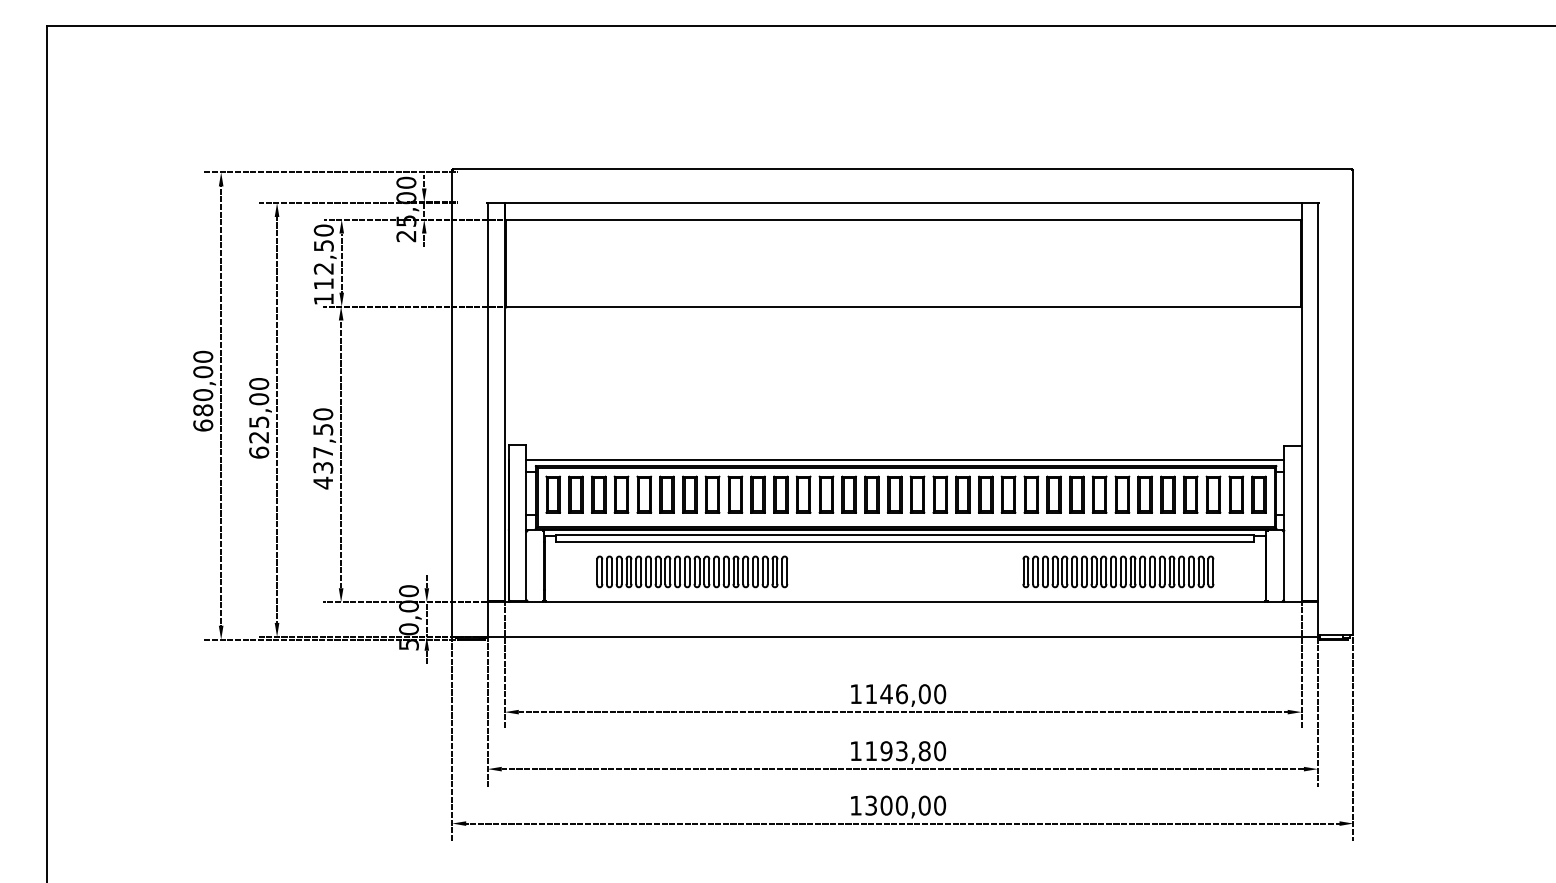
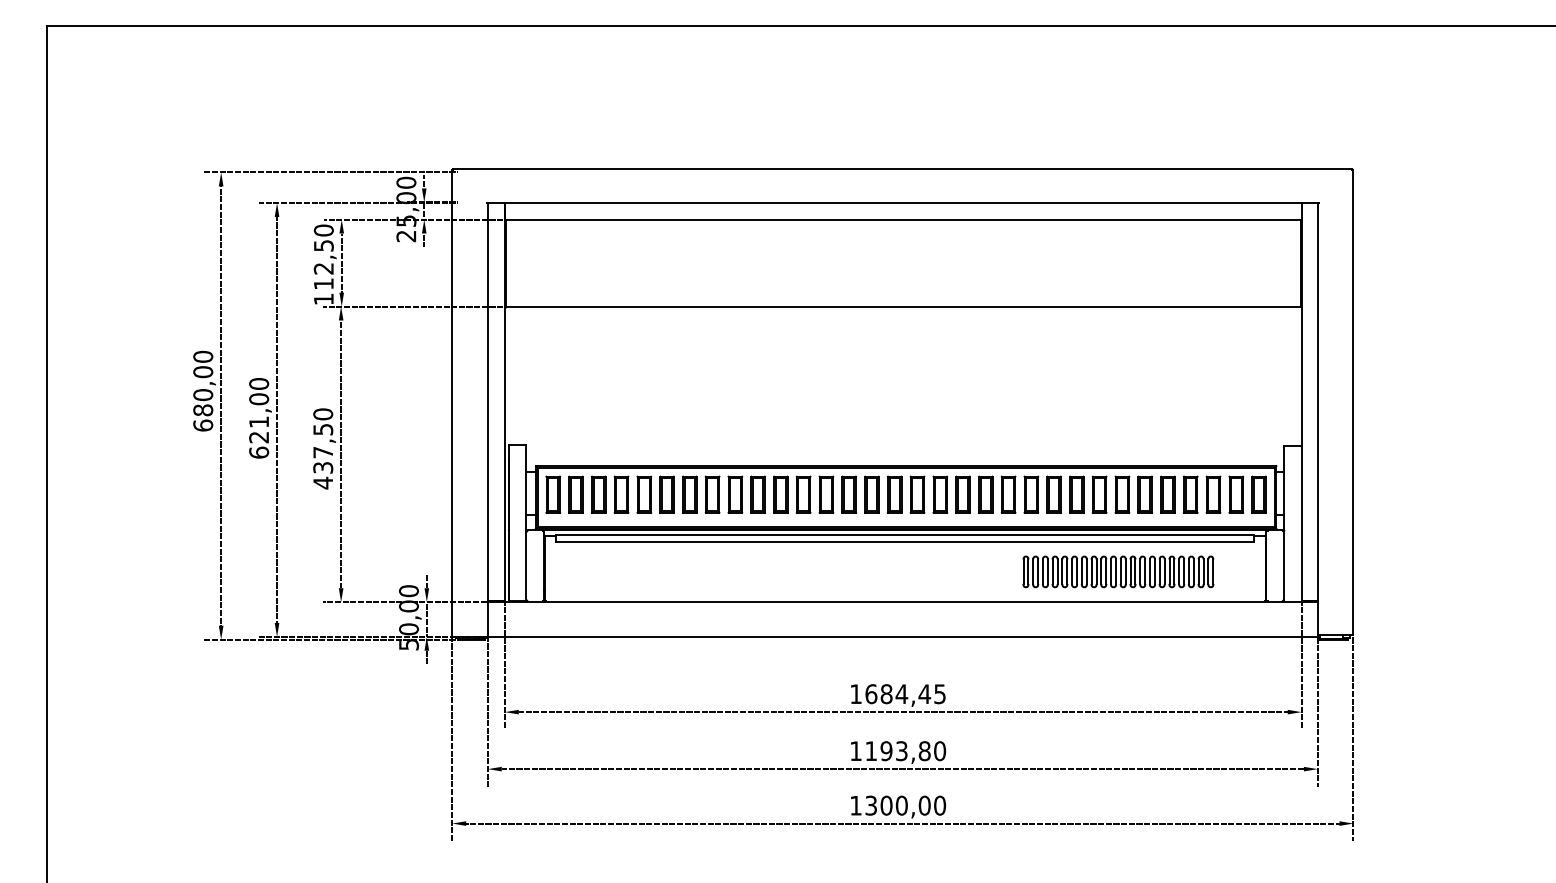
text at (259, 421): 625,00 -> 621,00
line at (905, 459): present -> none
part at (692, 571): present -> none
text at (905, 694): 1146,00 -> 1684,45
